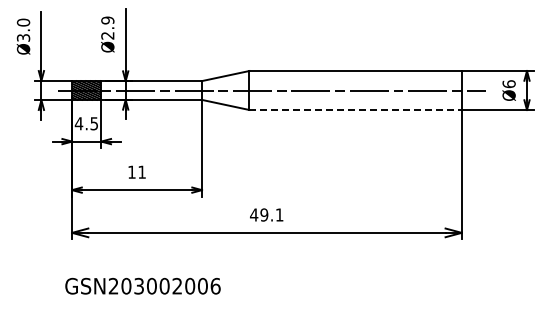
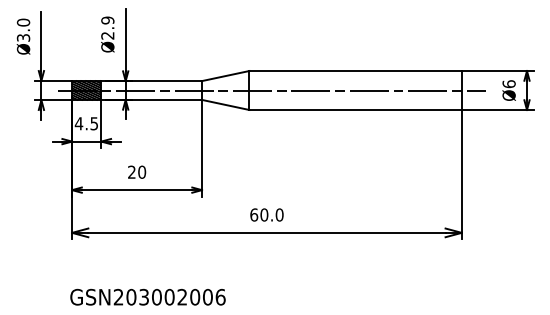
line at (356, 109): dashed -> solid
text at (137, 171): 11 -> 20
text at (266, 214): 49.1 -> 60.0
text at (142, 285) position: (142, 285) -> (147, 296)
